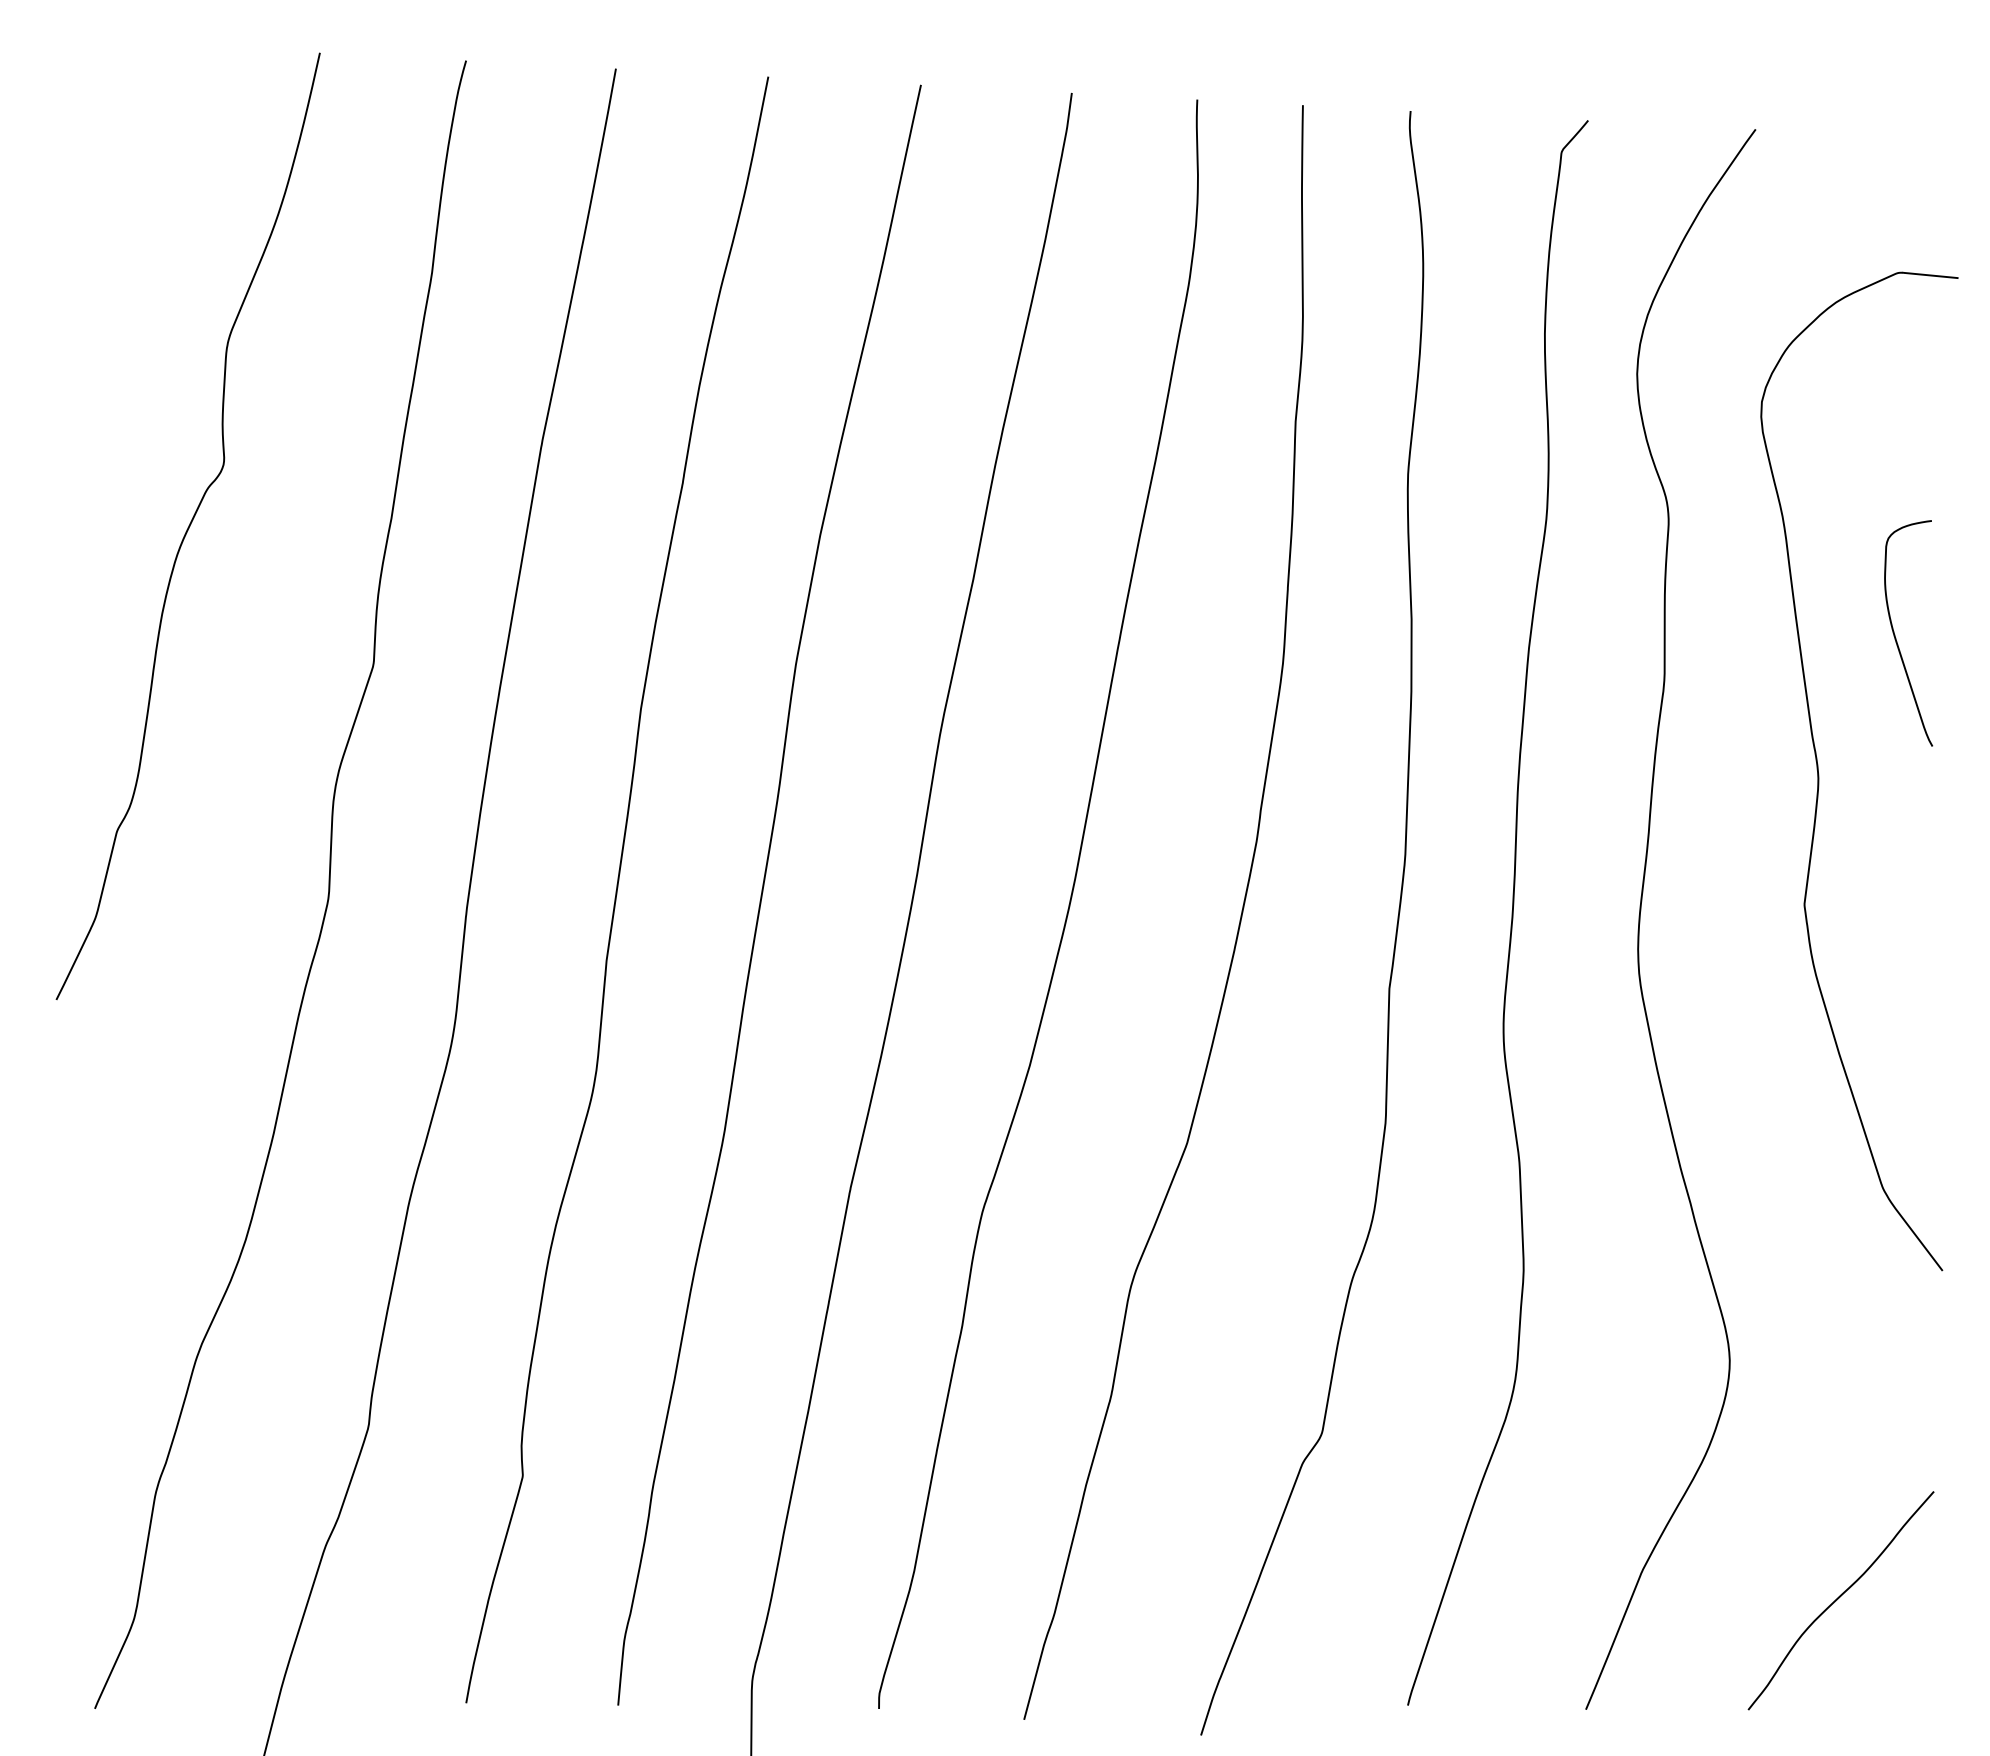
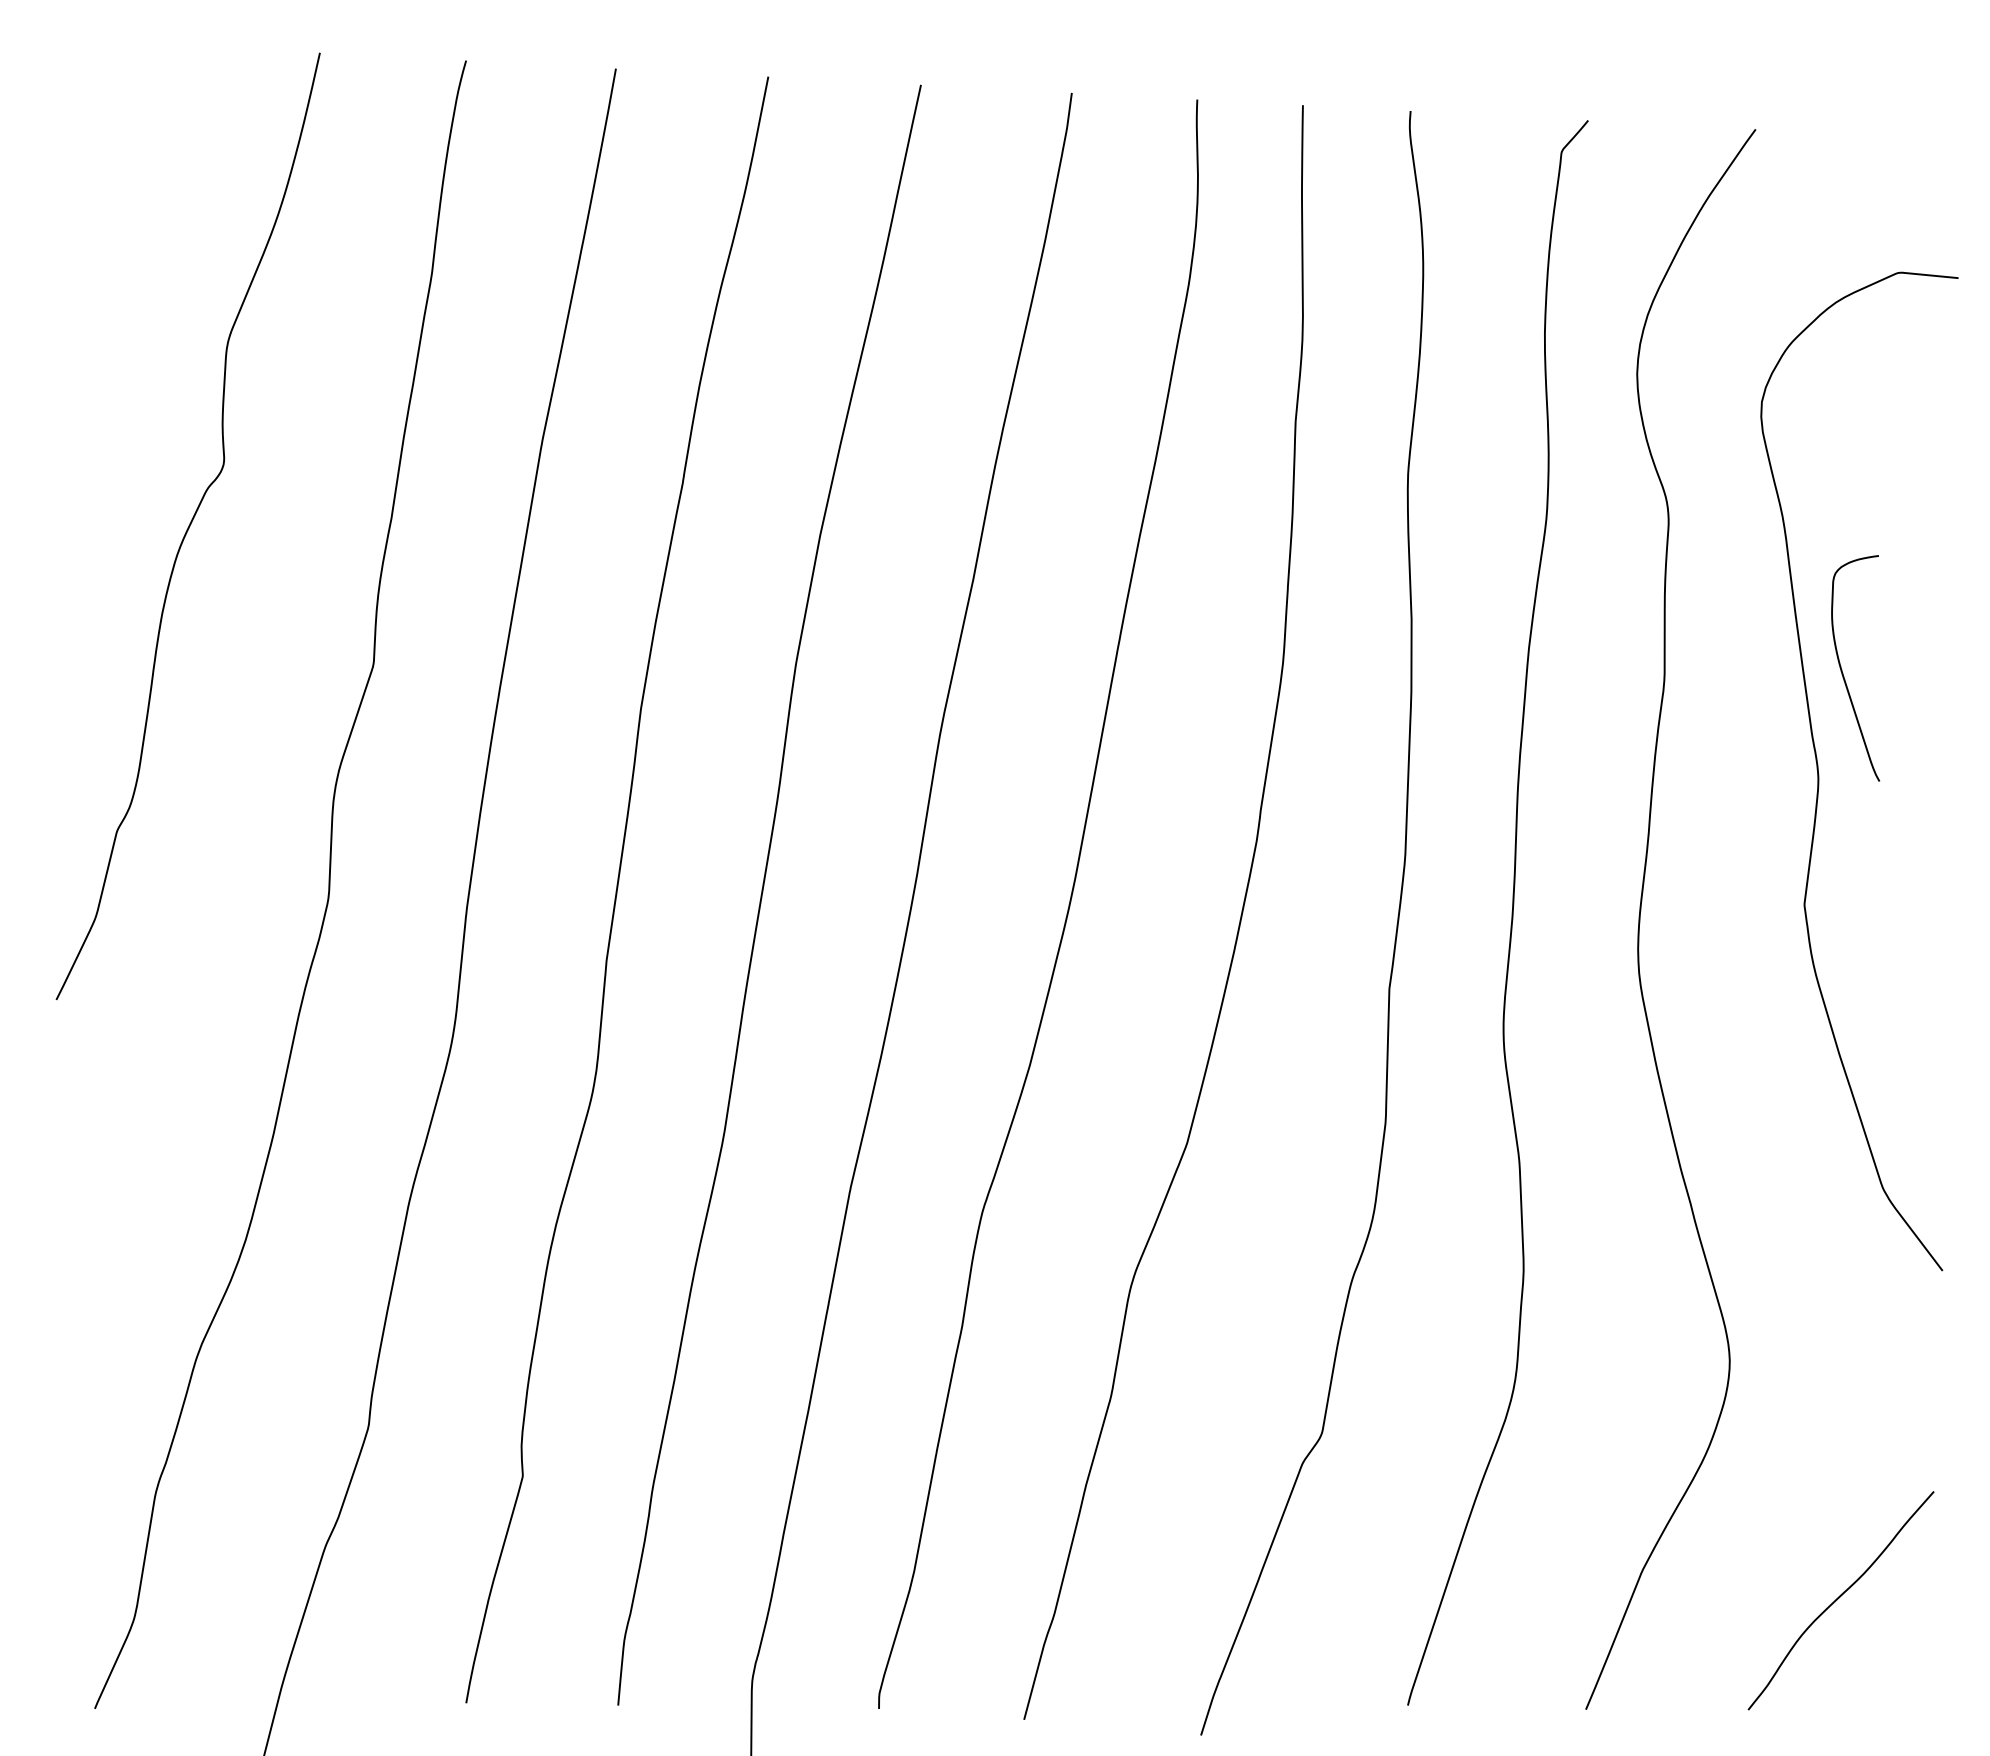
curve at (1896, 638) position: (1896, 638) -> (1843, 673)
